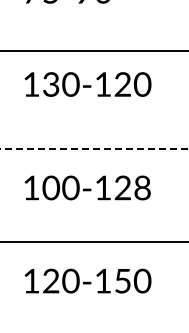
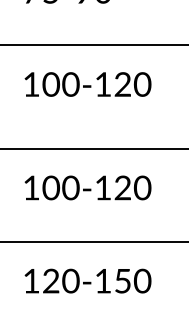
line at (93, 51) position: (93, 51) -> (93, 45)
text at (51, 84): 130-120 -> 100-120
line at (94, 148): dashed -> solid
text at (142, 187): 100-128 -> 100-120
